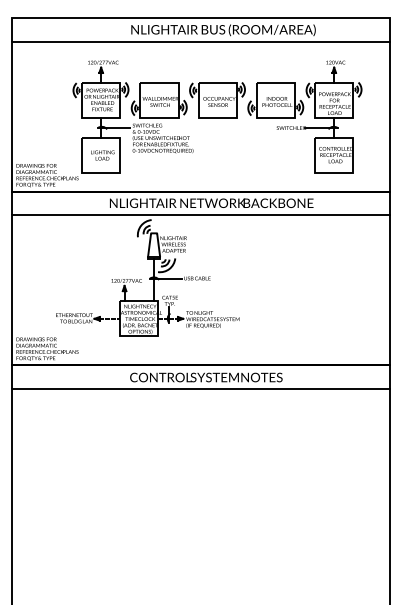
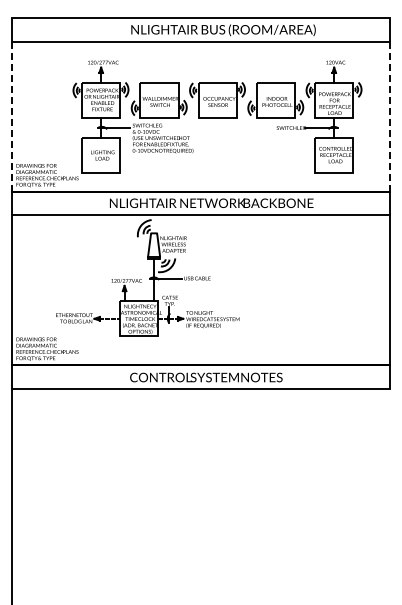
line at (11, 116): solid -> dashed
line at (390, 116): solid -> dashed
line at (390, 494): present -> none
